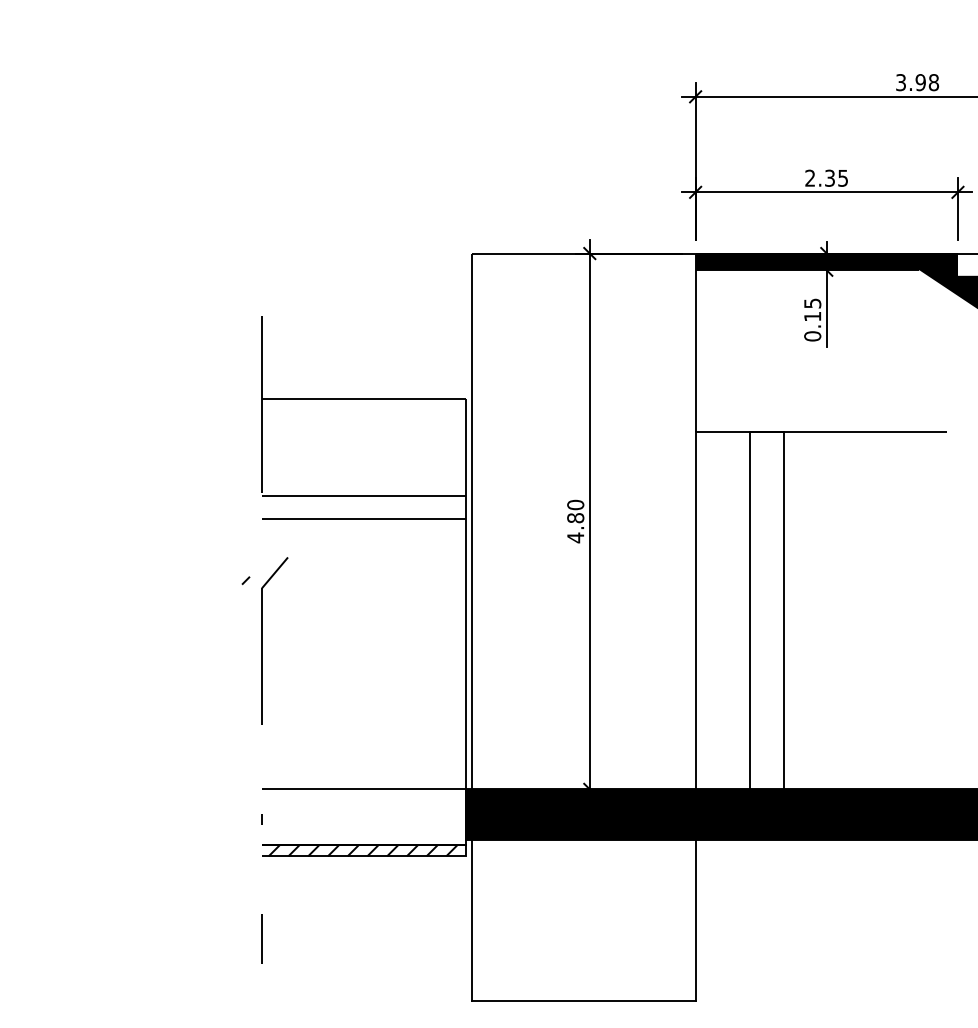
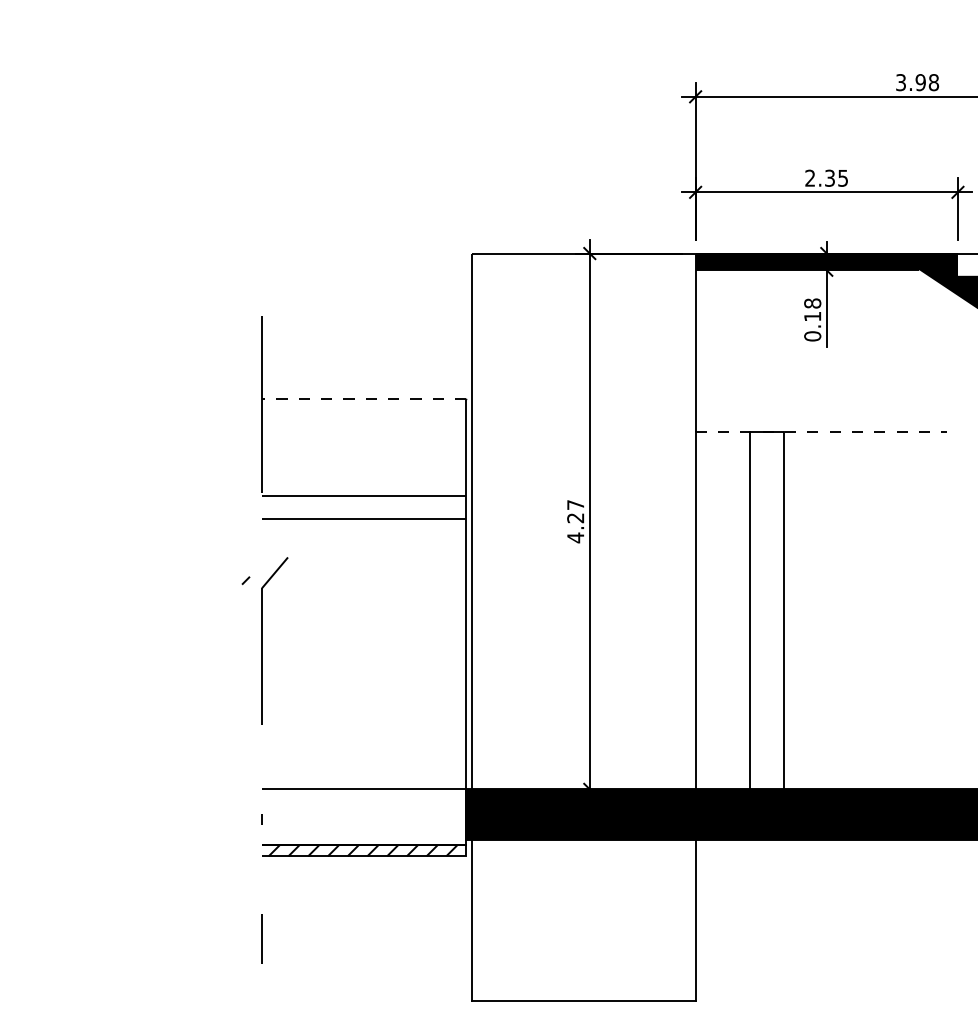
text at (812, 303): 0.15 -> 0.18
line at (364, 398): solid -> dashed
line at (821, 432): solid -> dashed
text at (575, 511): 4.80 -> 4.27
